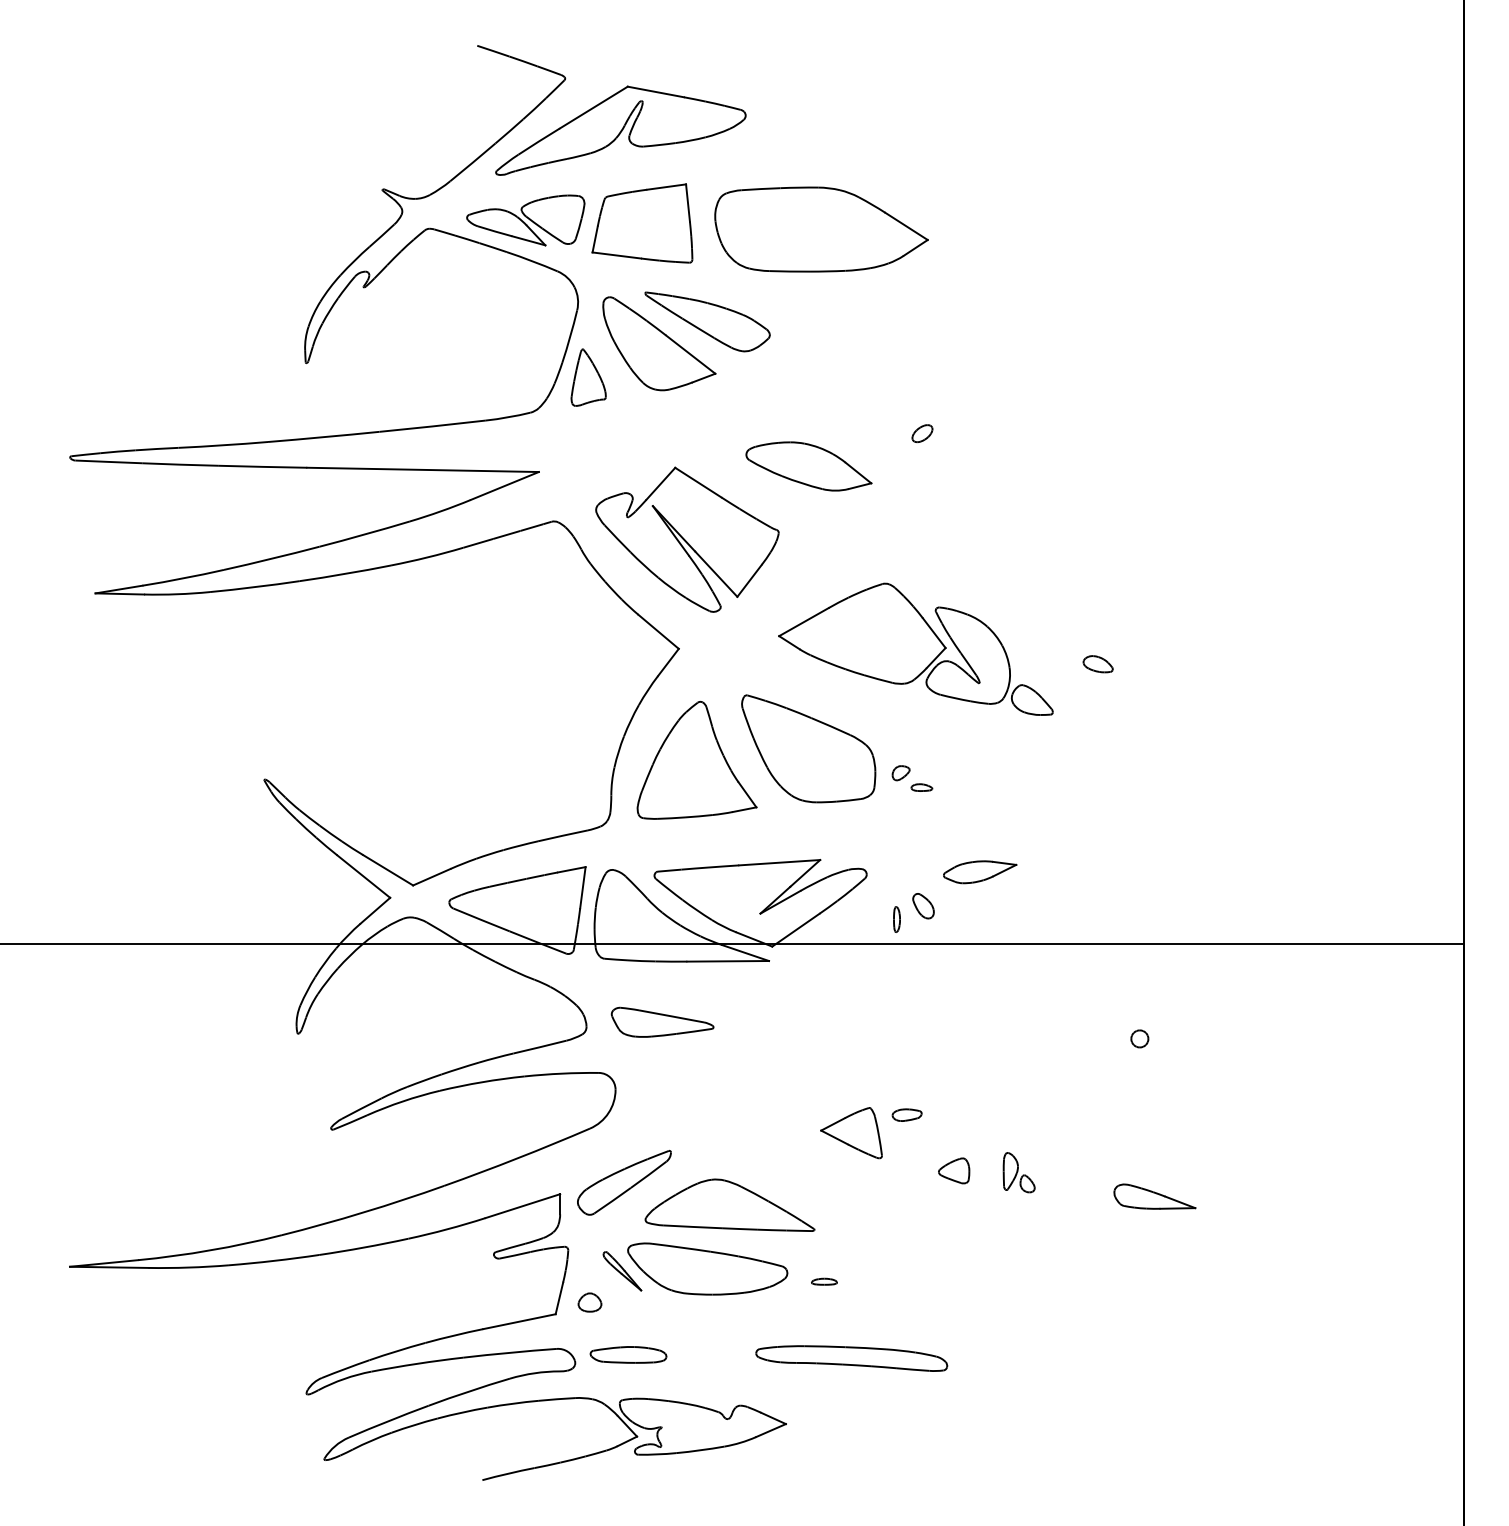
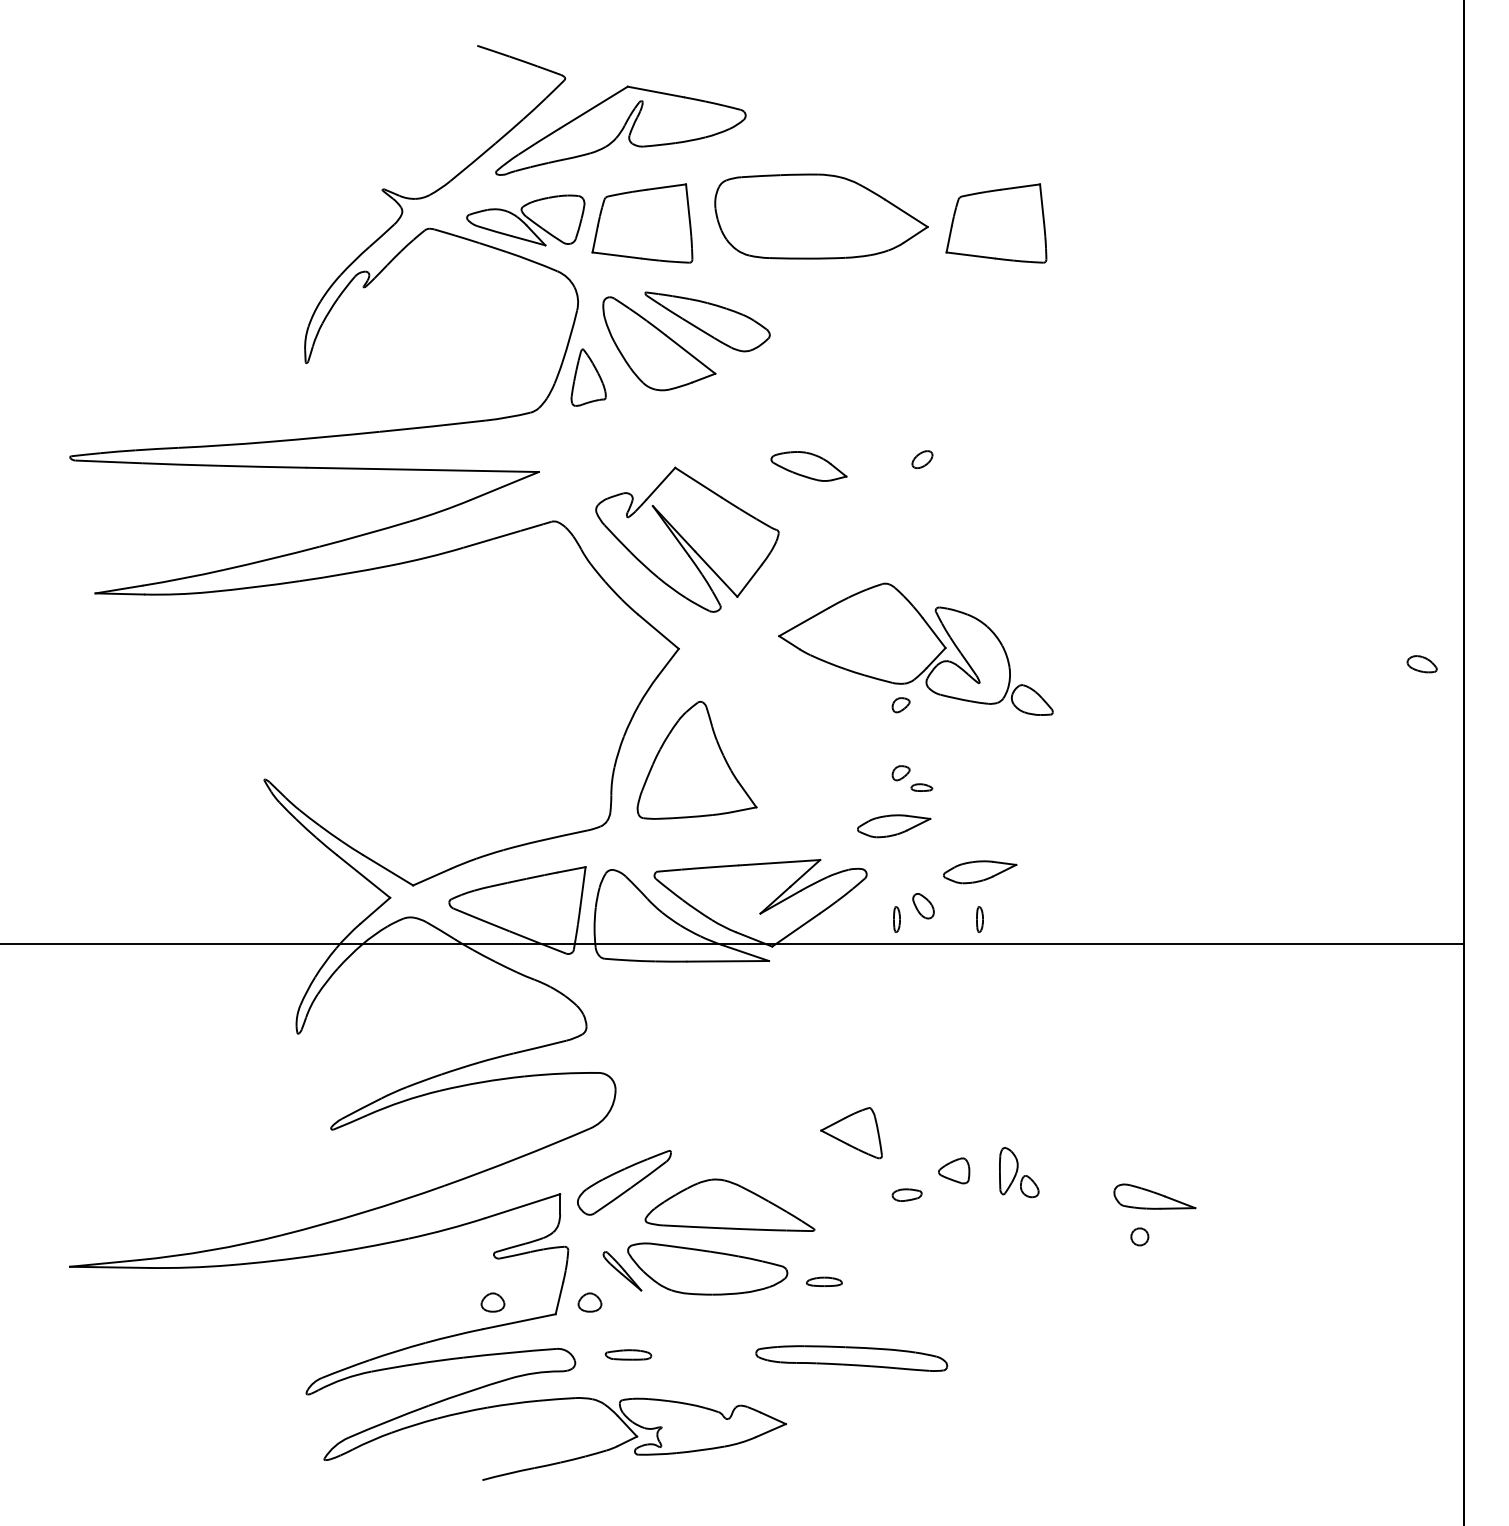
part at (996, 223): none -> present
part at (821, 229) position: (821, 229) -> (821, 216)
part at (922, 433) position: (922, 433) -> (922, 459)
part at (808, 466) size: 128x51 px -> 78x31 px
part at (1097, 664) position: (1097, 664) -> (1421, 664)
part at (900, 705): none -> present
part at (808, 748): present -> none
part at (894, 826): none -> present
part at (979, 919): none -> present
part at (662, 1021): present -> none
part at (1139, 1038) position: (1139, 1038) -> (1139, 1236)
part at (906, 1114) position: (906, 1114) -> (906, 1194)
part at (1018, 1172) size: 34x42 px -> 41x52 px
part at (824, 1281) size: 27x9 px -> 37x11 px
part at (492, 1302): none -> present
part at (628, 1354) size: 79x18 px -> 49x12 px
